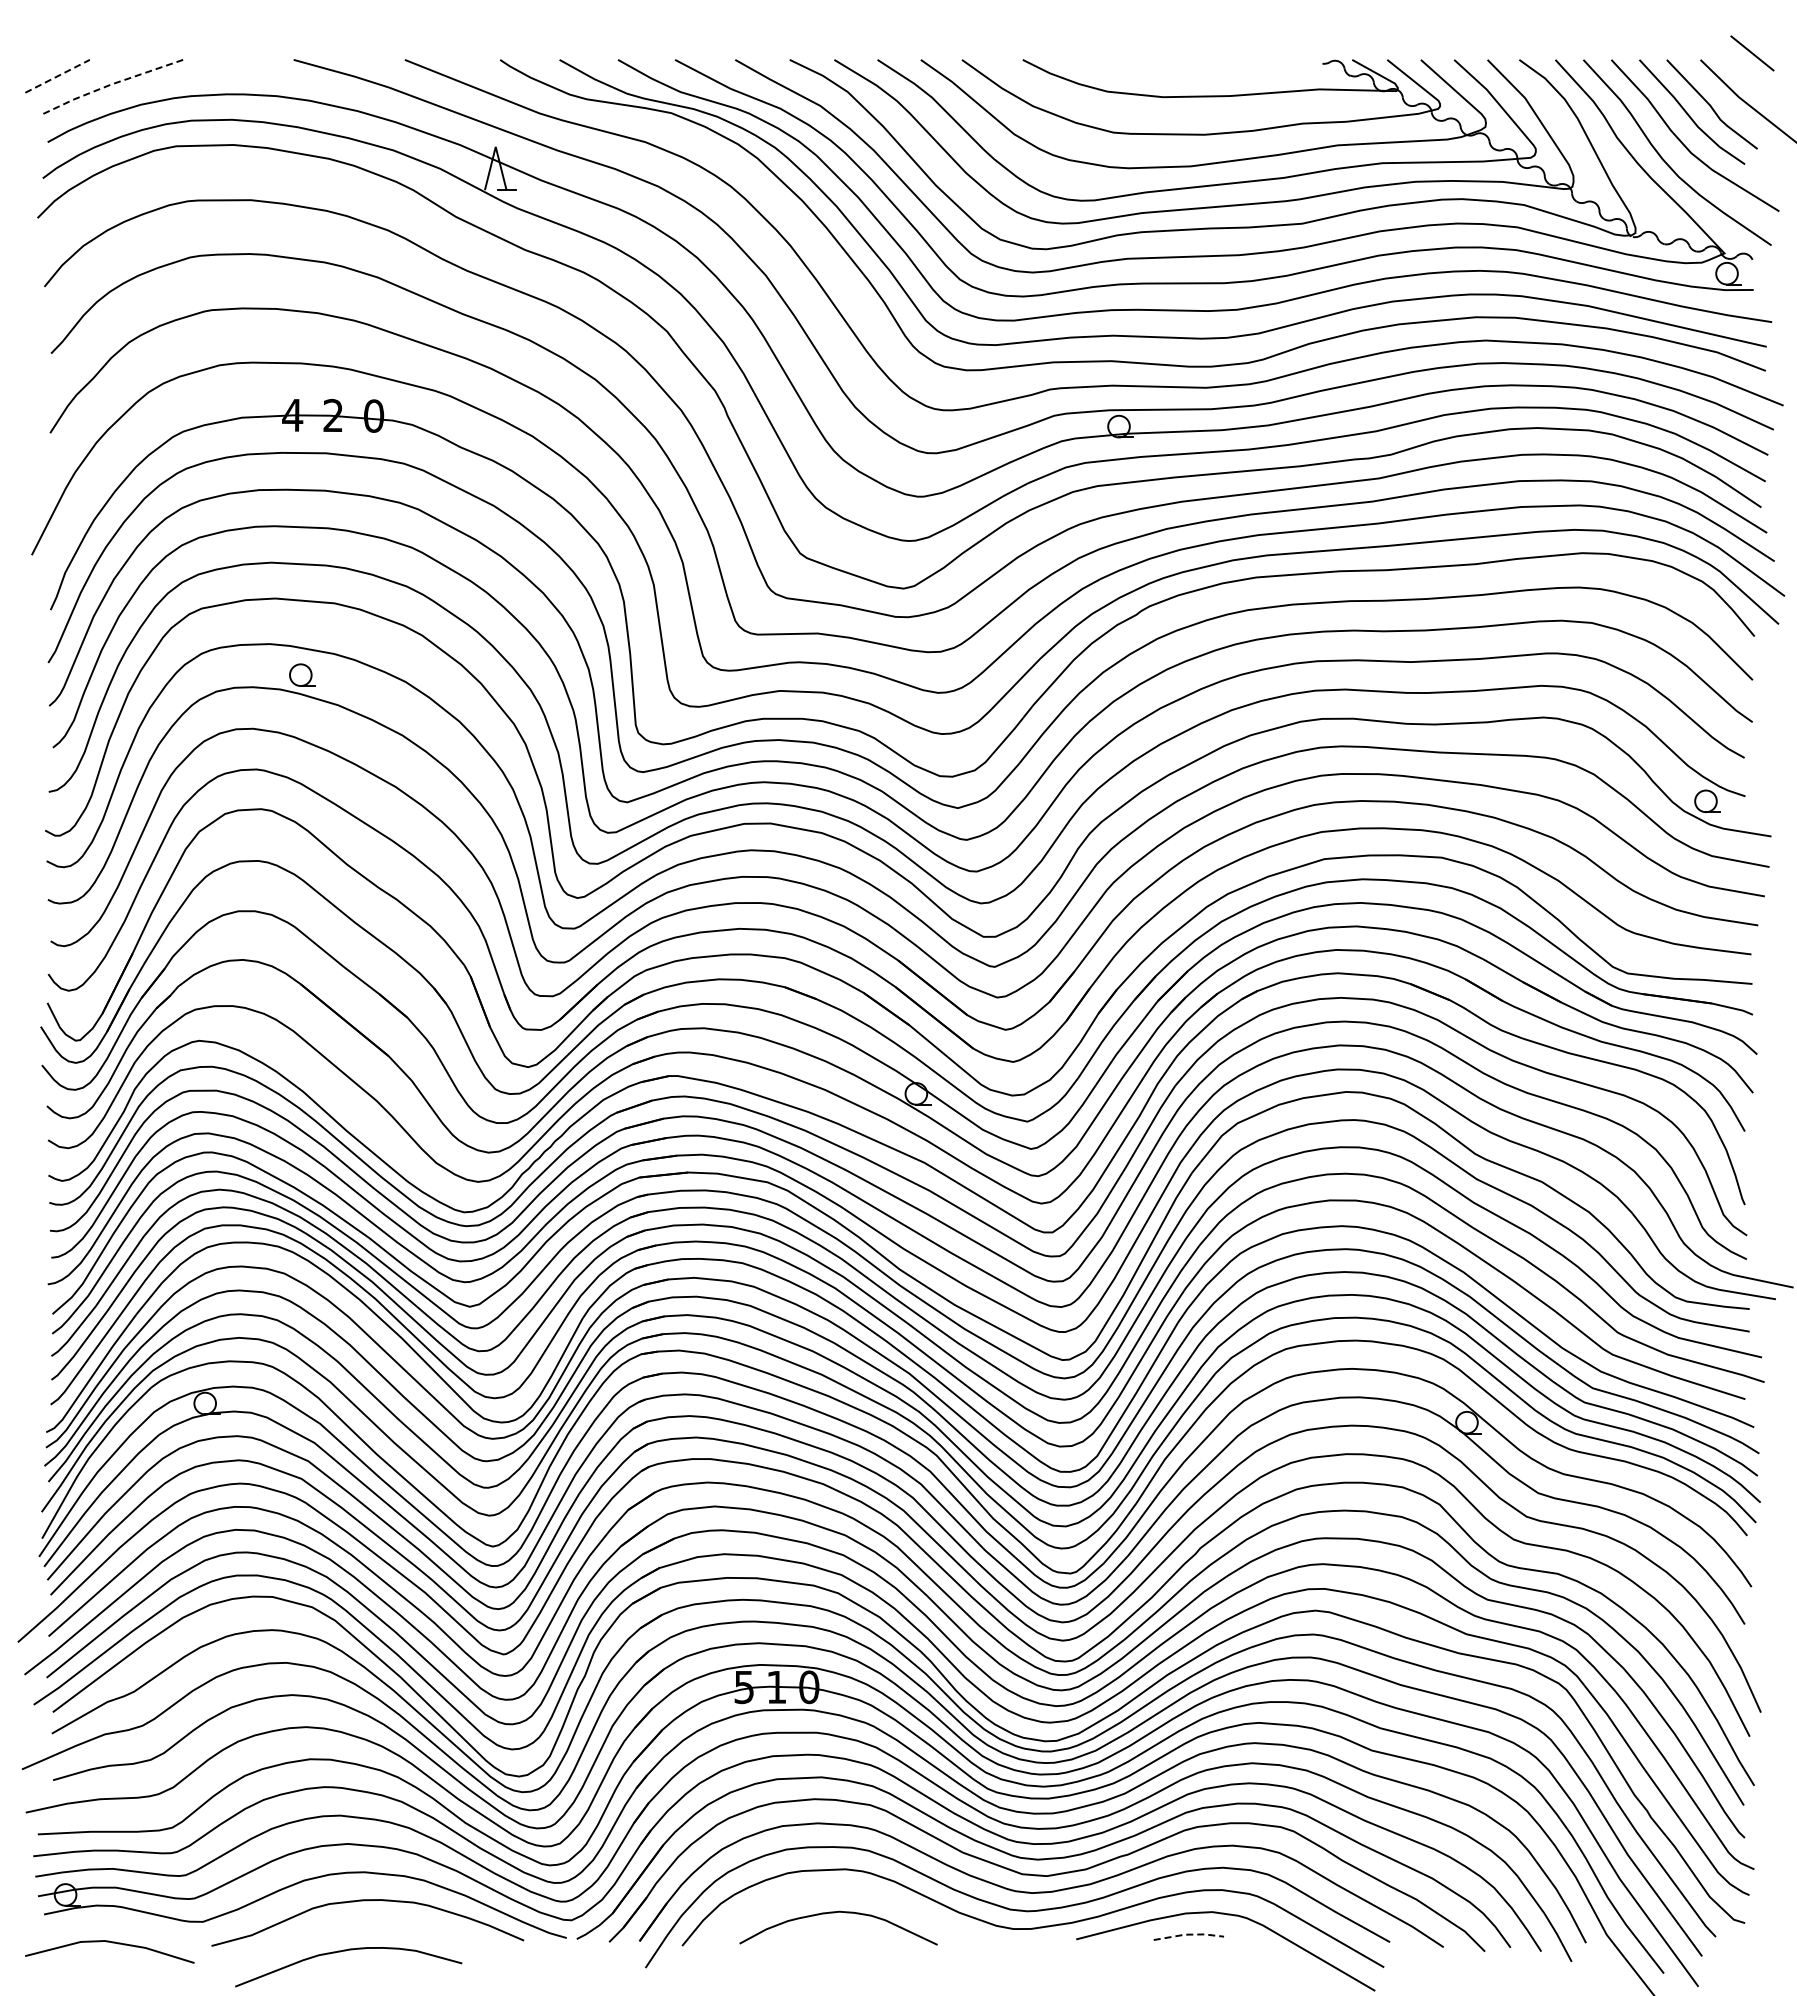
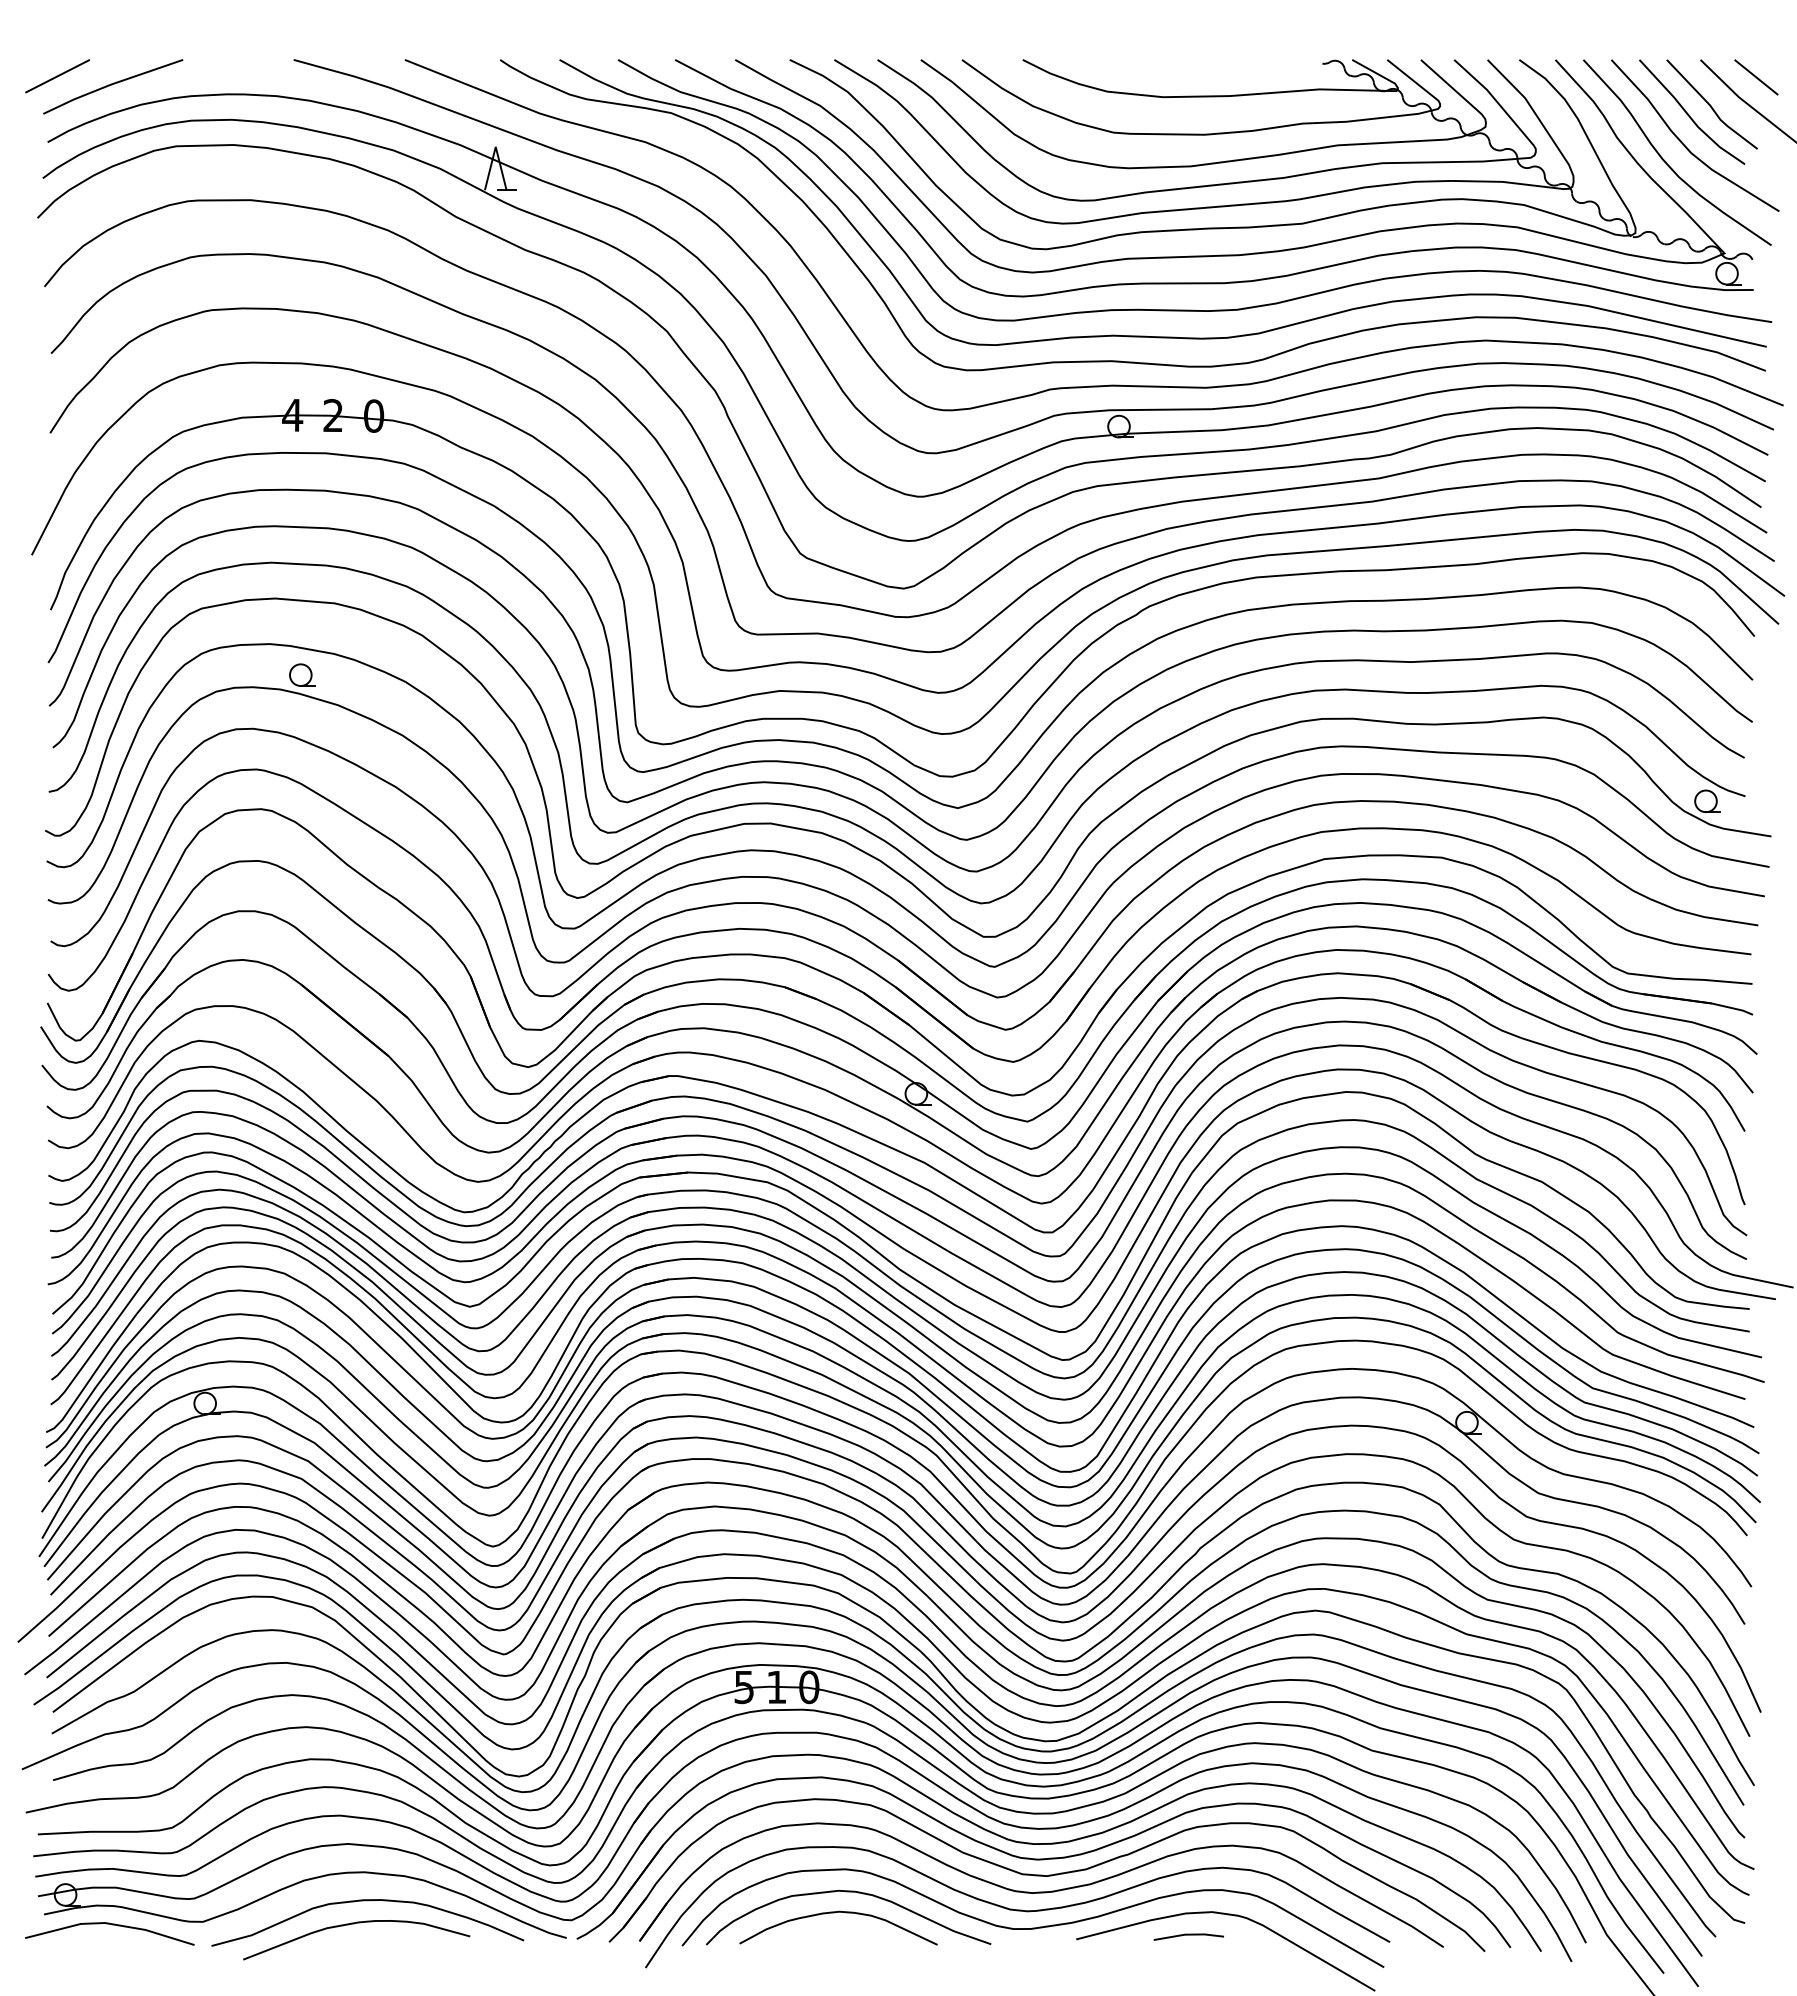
line at (1752, 53) position: (1752, 53) -> (1756, 77)
line at (58, 76): dashed -> solid
line at (111, 84): dashed -> solid
curve at (848, 1892): none -> present
line at (1188, 1934): dashed -> solid
line at (112, 1943) position: (112, 1943) -> (112, 1925)
curve at (346, 1951) position: (346, 1951) -> (354, 1924)
